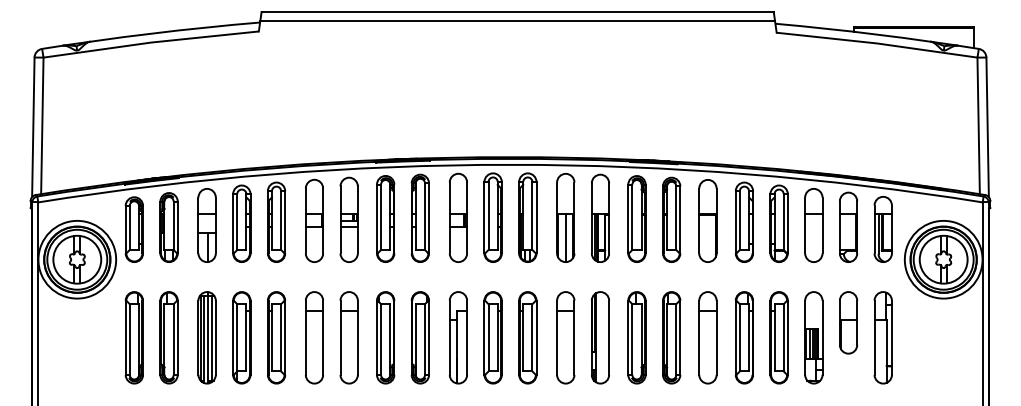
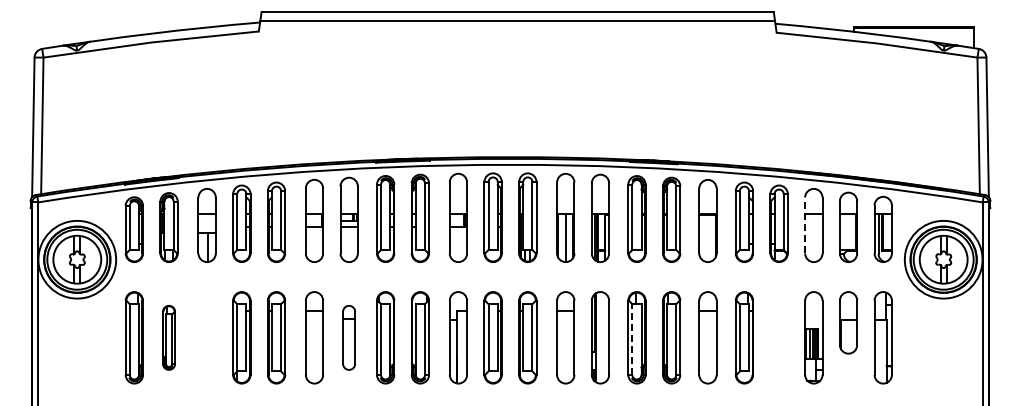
line at (805, 225): solid -> dashed
part at (168, 337) size: 20x94 px -> 14x66 px
part at (206, 337): present -> none
part at (348, 337) size: 20x94 px -> 15x66 px
part at (778, 337): present -> none
line at (632, 339): solid -> dashed
